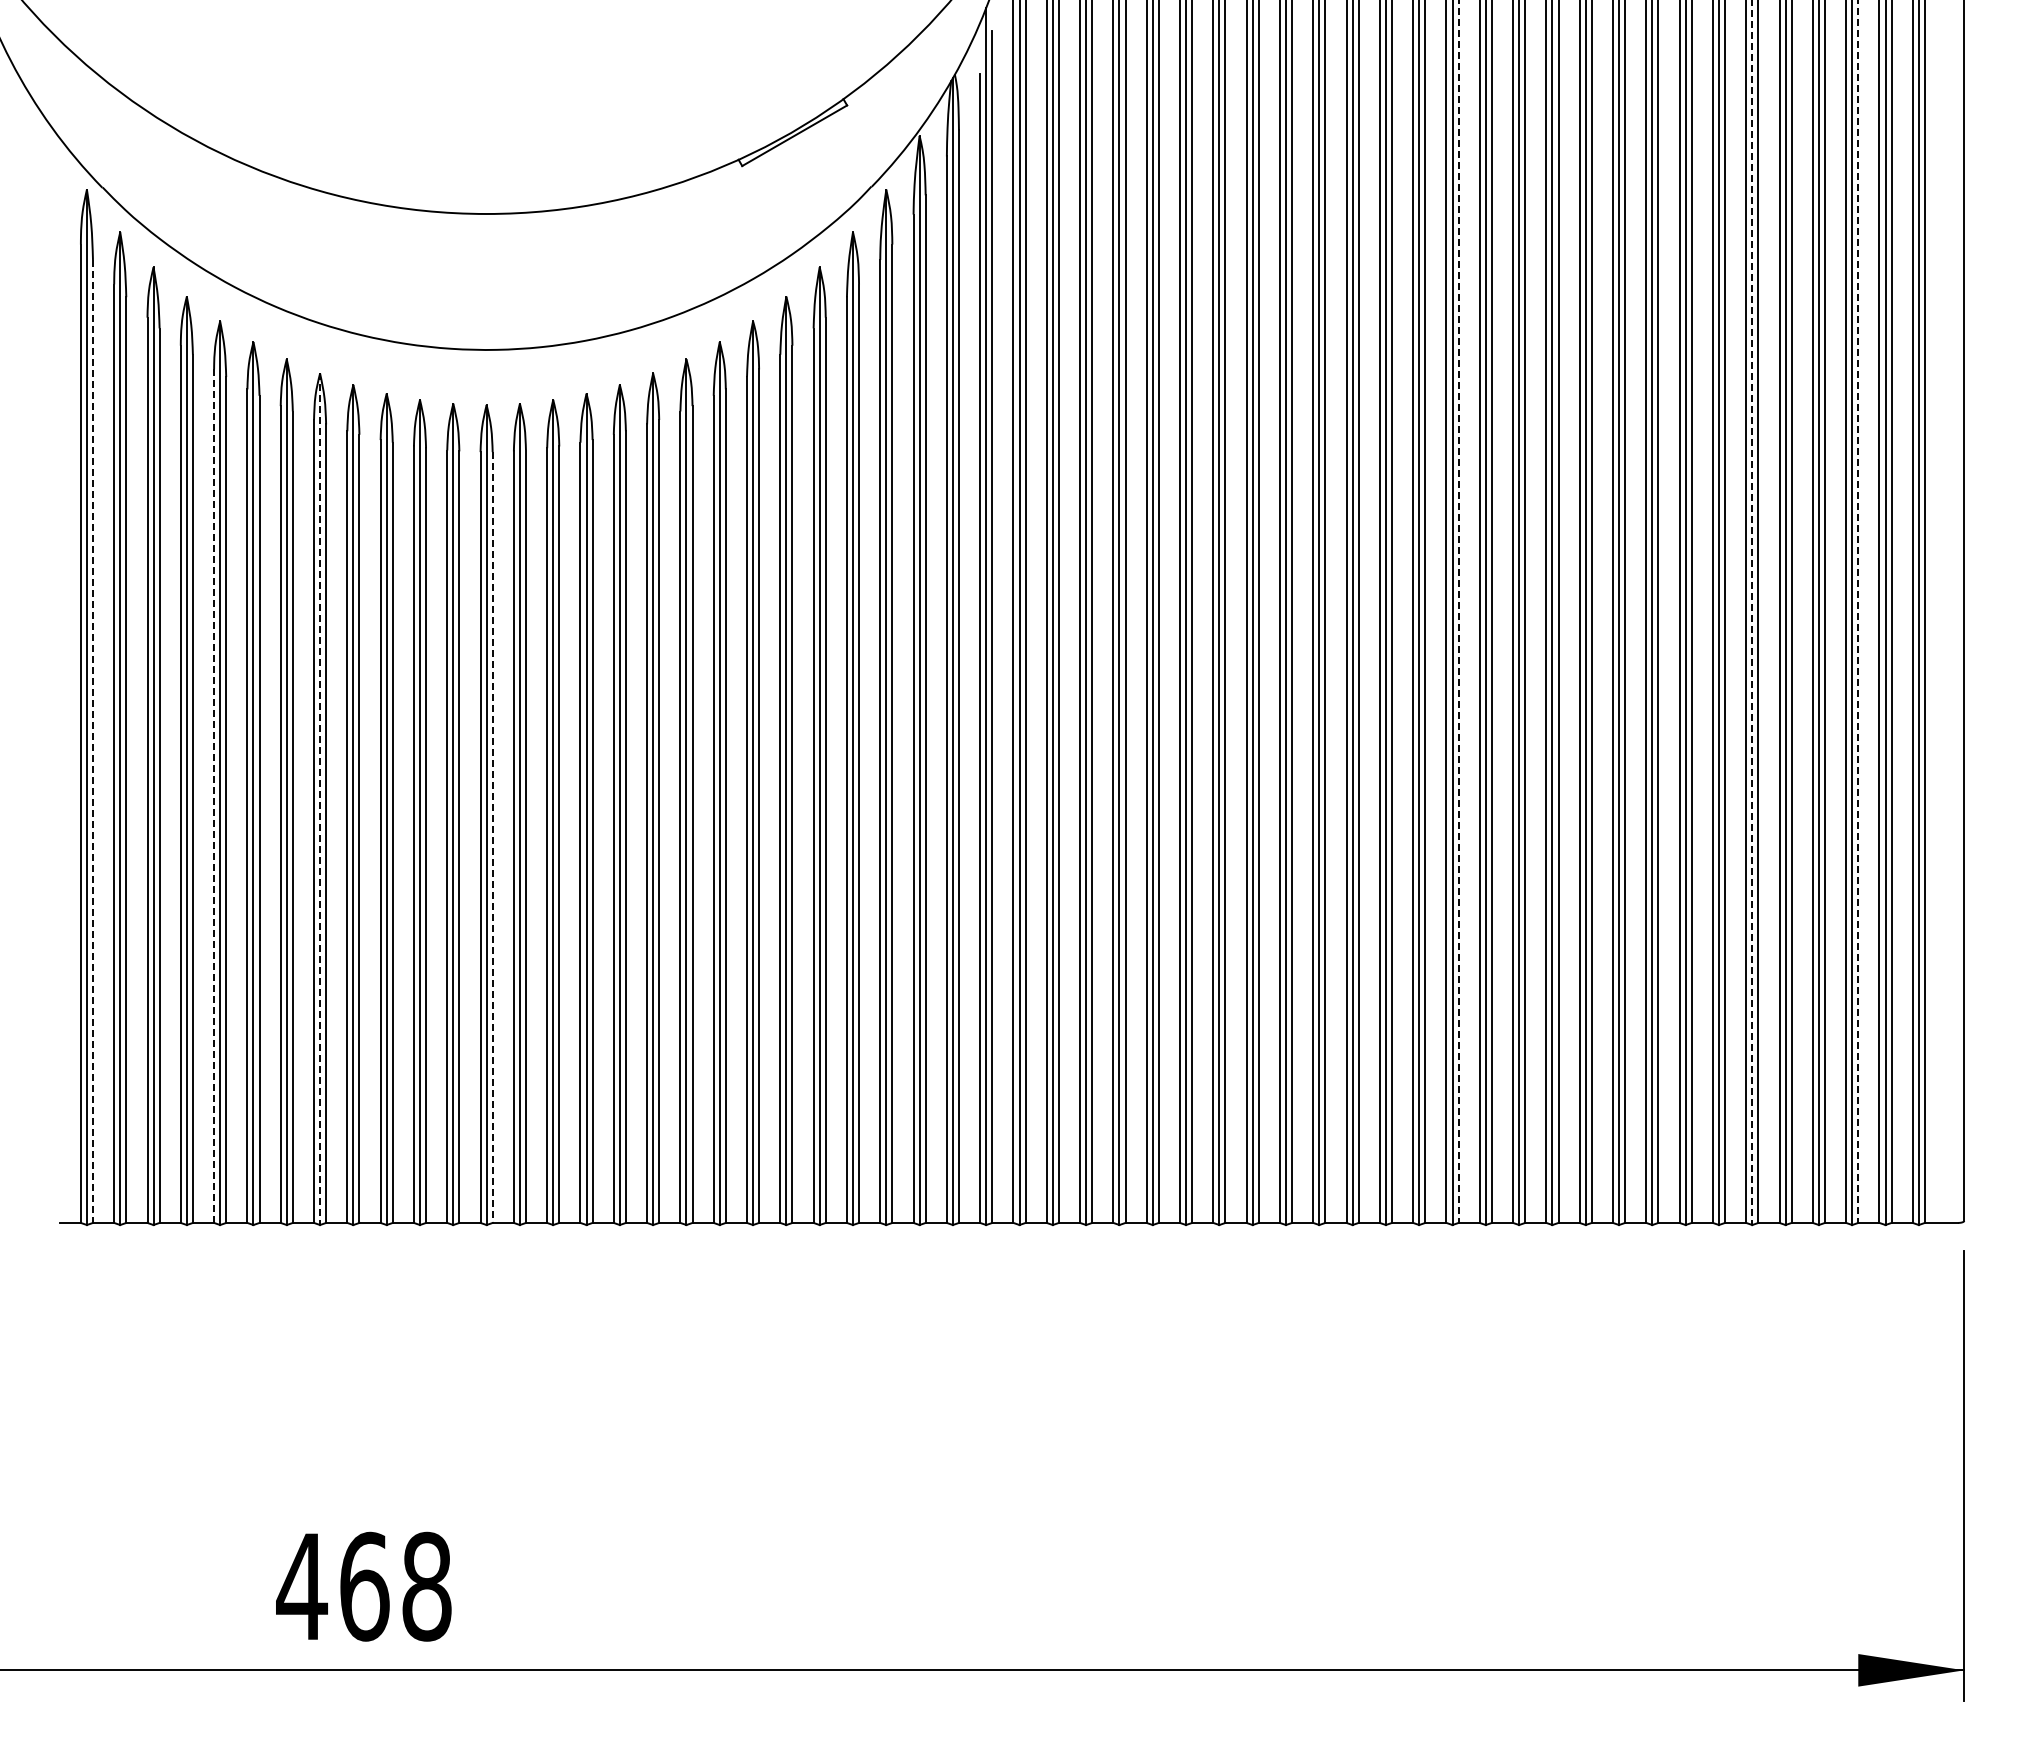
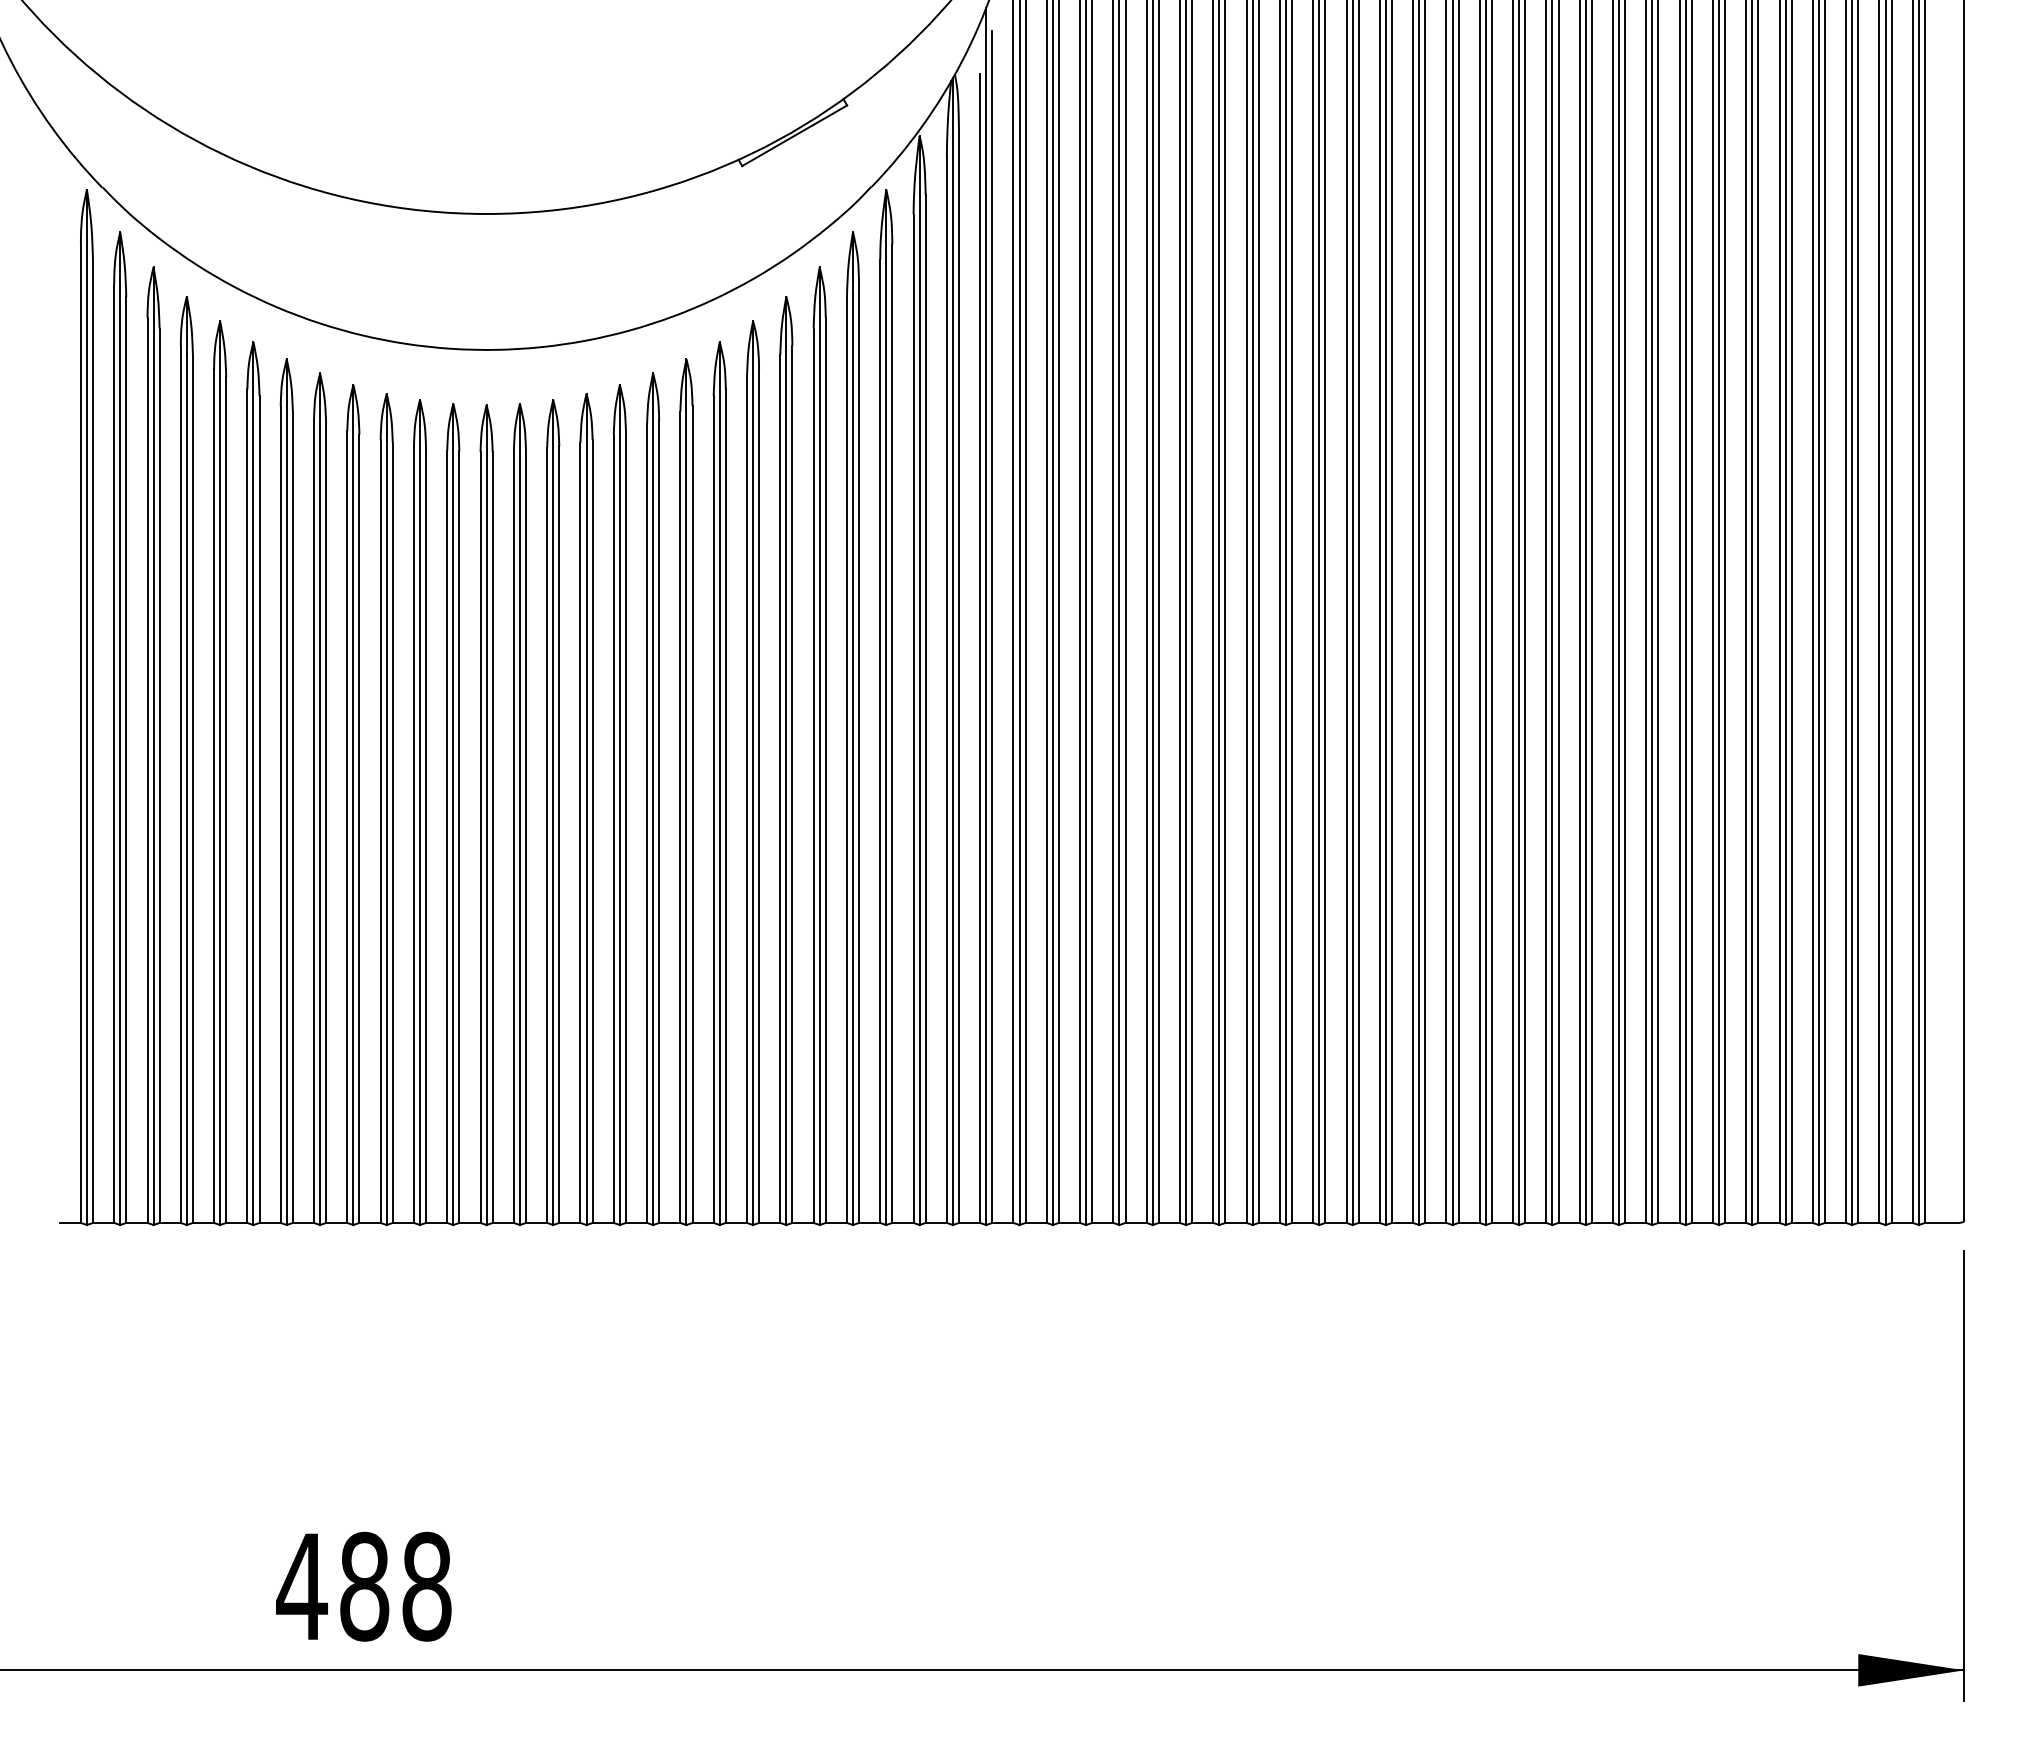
line at (1458, 612): dashed -> solid
line at (1858, 612): dashed -> solid
line at (1752, 613): dashed -> solid
line at (92, 742): dashed -> solid
line at (214, 796): dashed -> solid
line at (320, 799): dashed -> solid
line at (492, 838): dashed -> solid
text at (364, 1586): 468 -> 488
